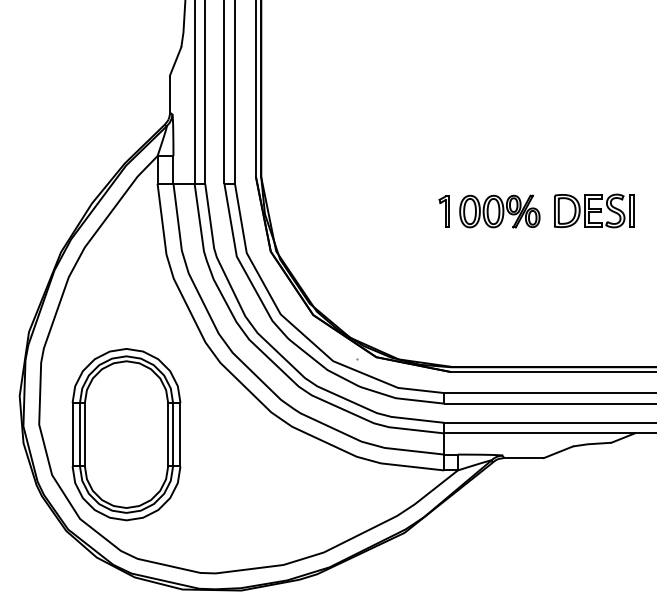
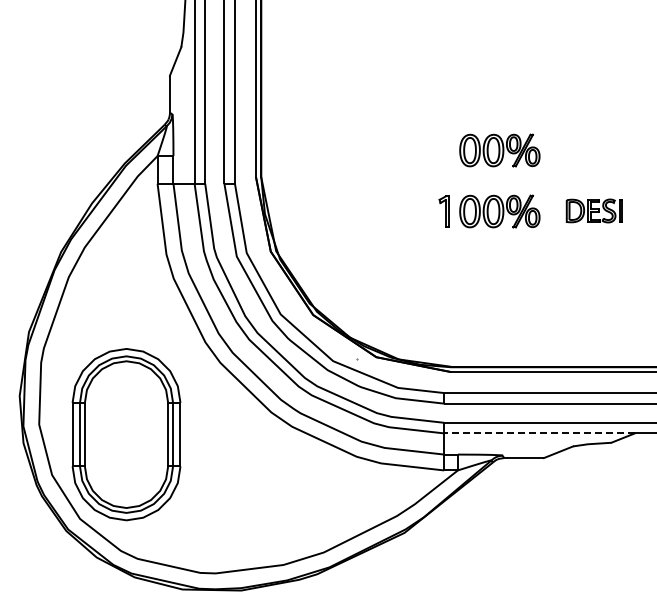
part at (499, 150): none -> present
part at (594, 210) size: 81x36 px -> 58x26 px
line at (539, 433): solid -> dashed
